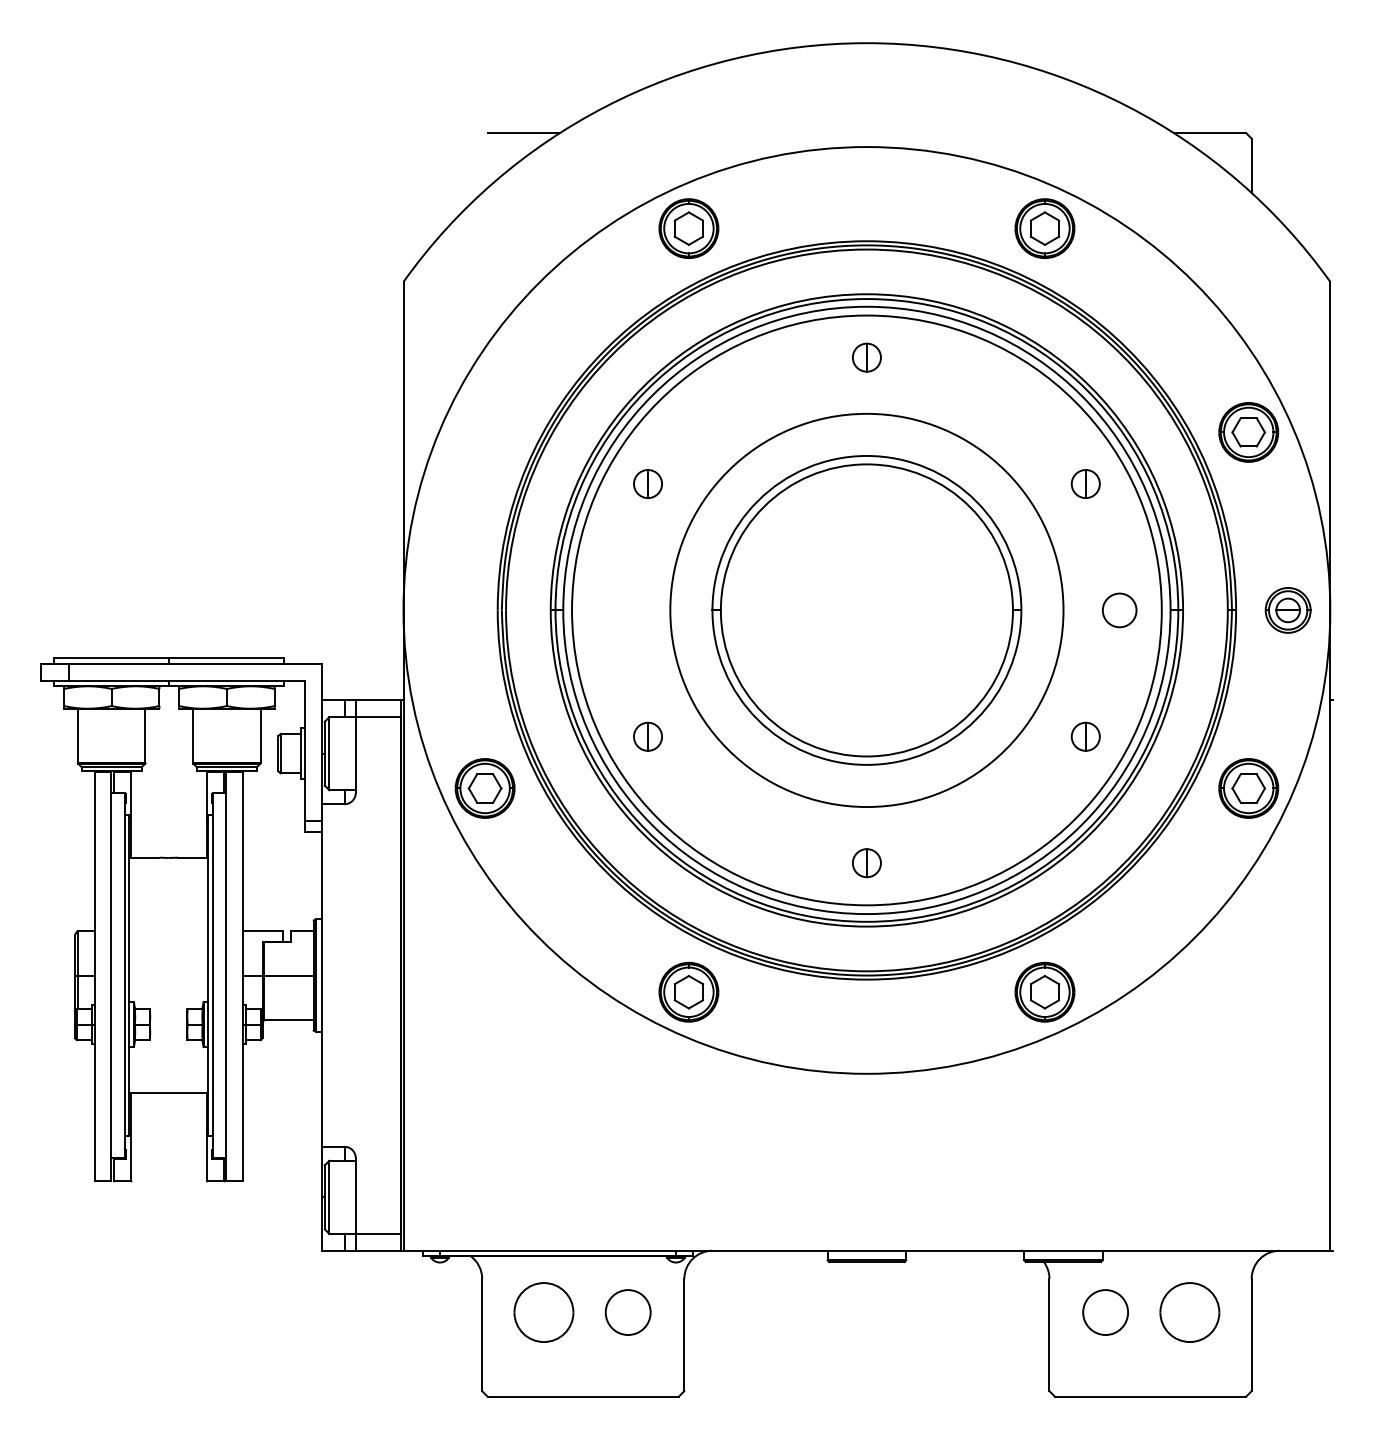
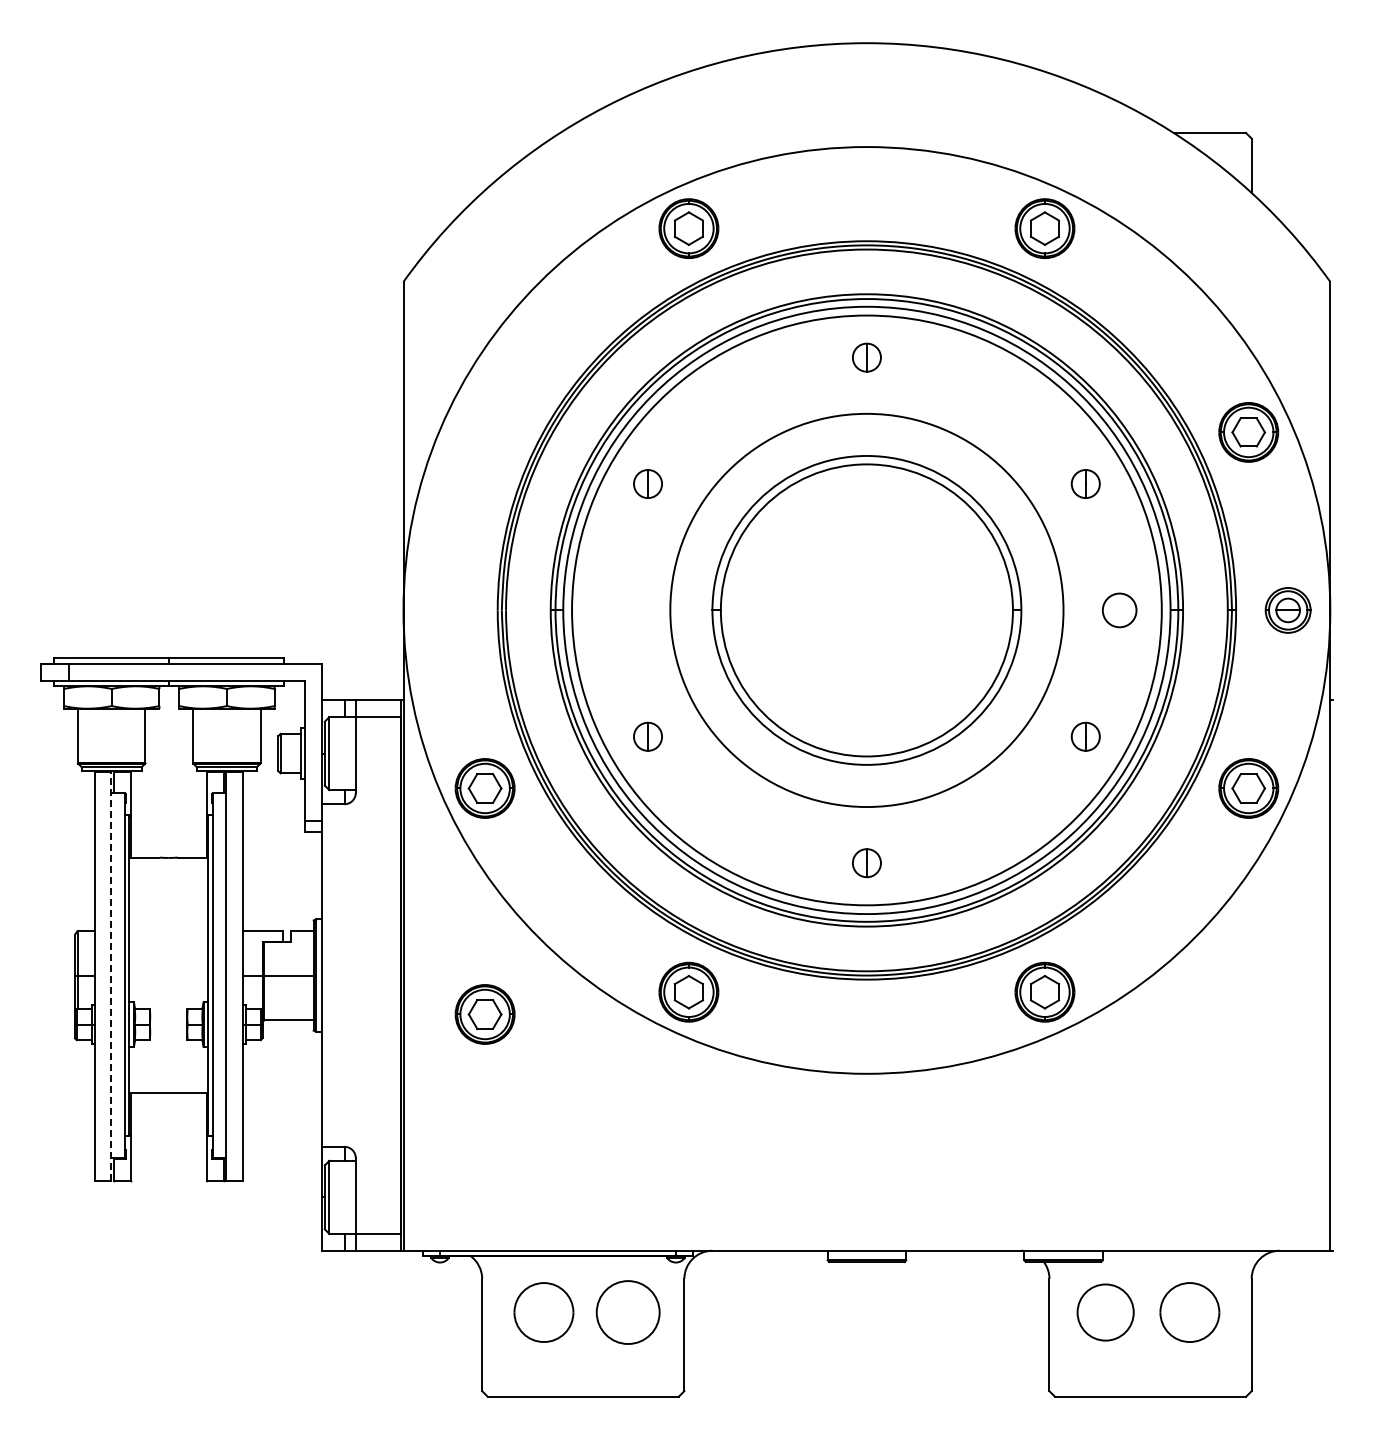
line at (523, 133): present -> none
line at (111, 975): solid -> dashed
part at (484, 1014): none -> present
circle at (627, 1312) diameter: 45 px -> 63 px
circle at (1105, 1312) size: 47x47 px -> 59x59 px
